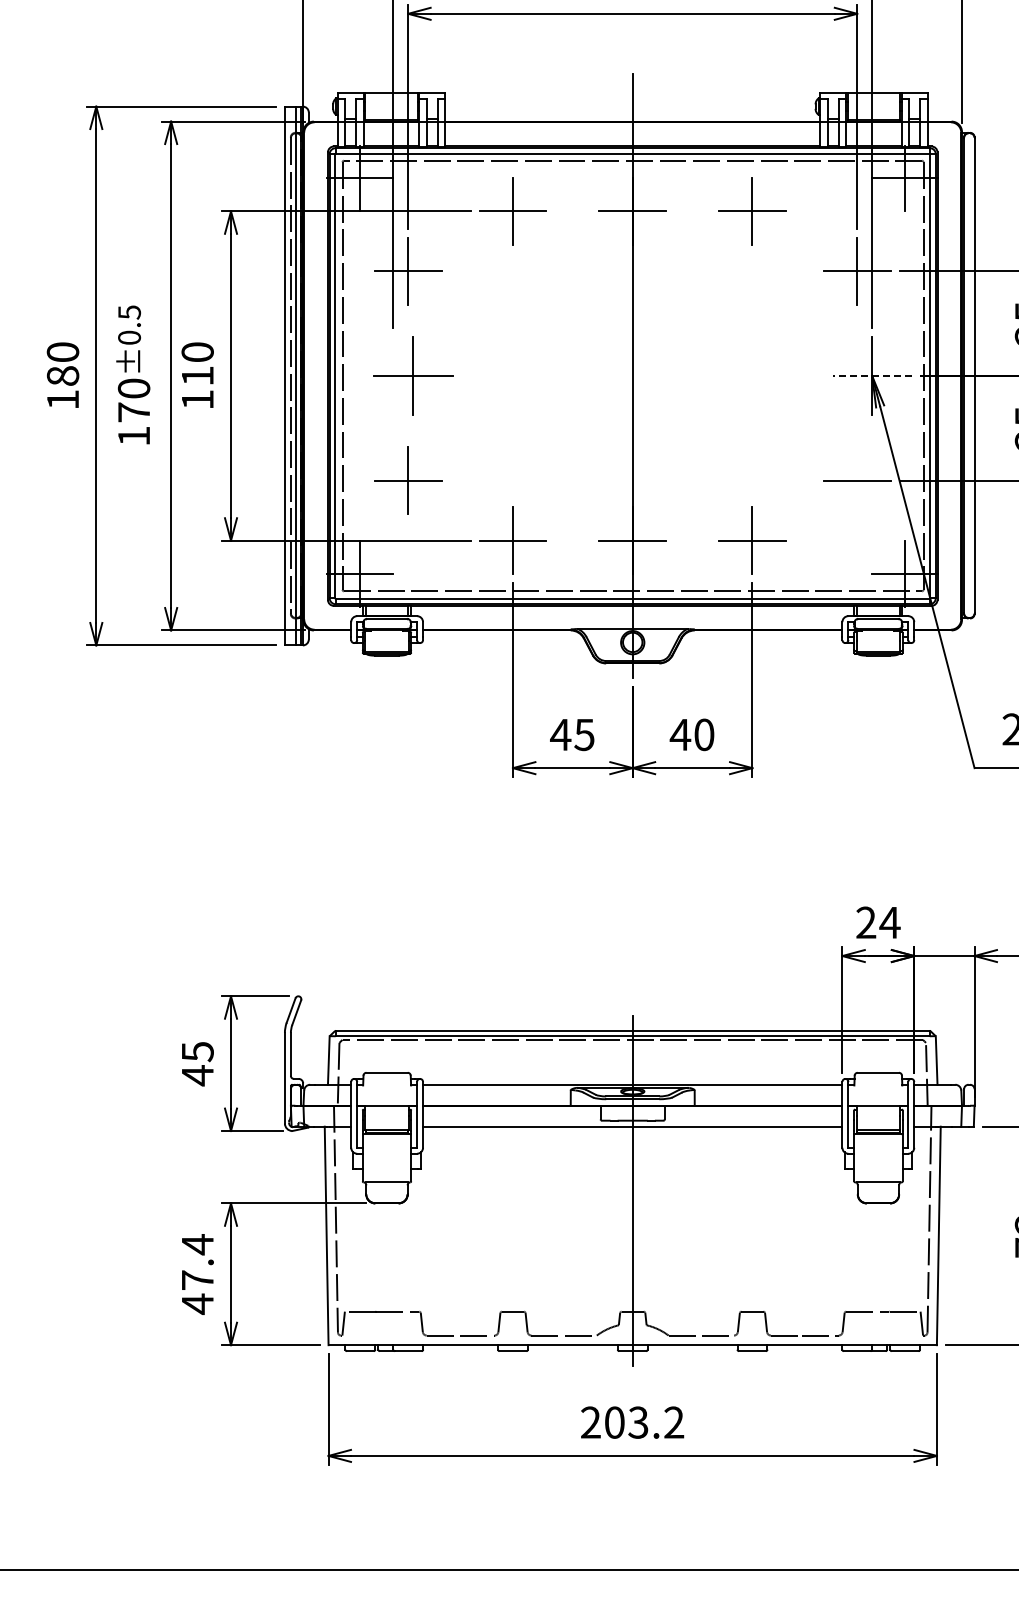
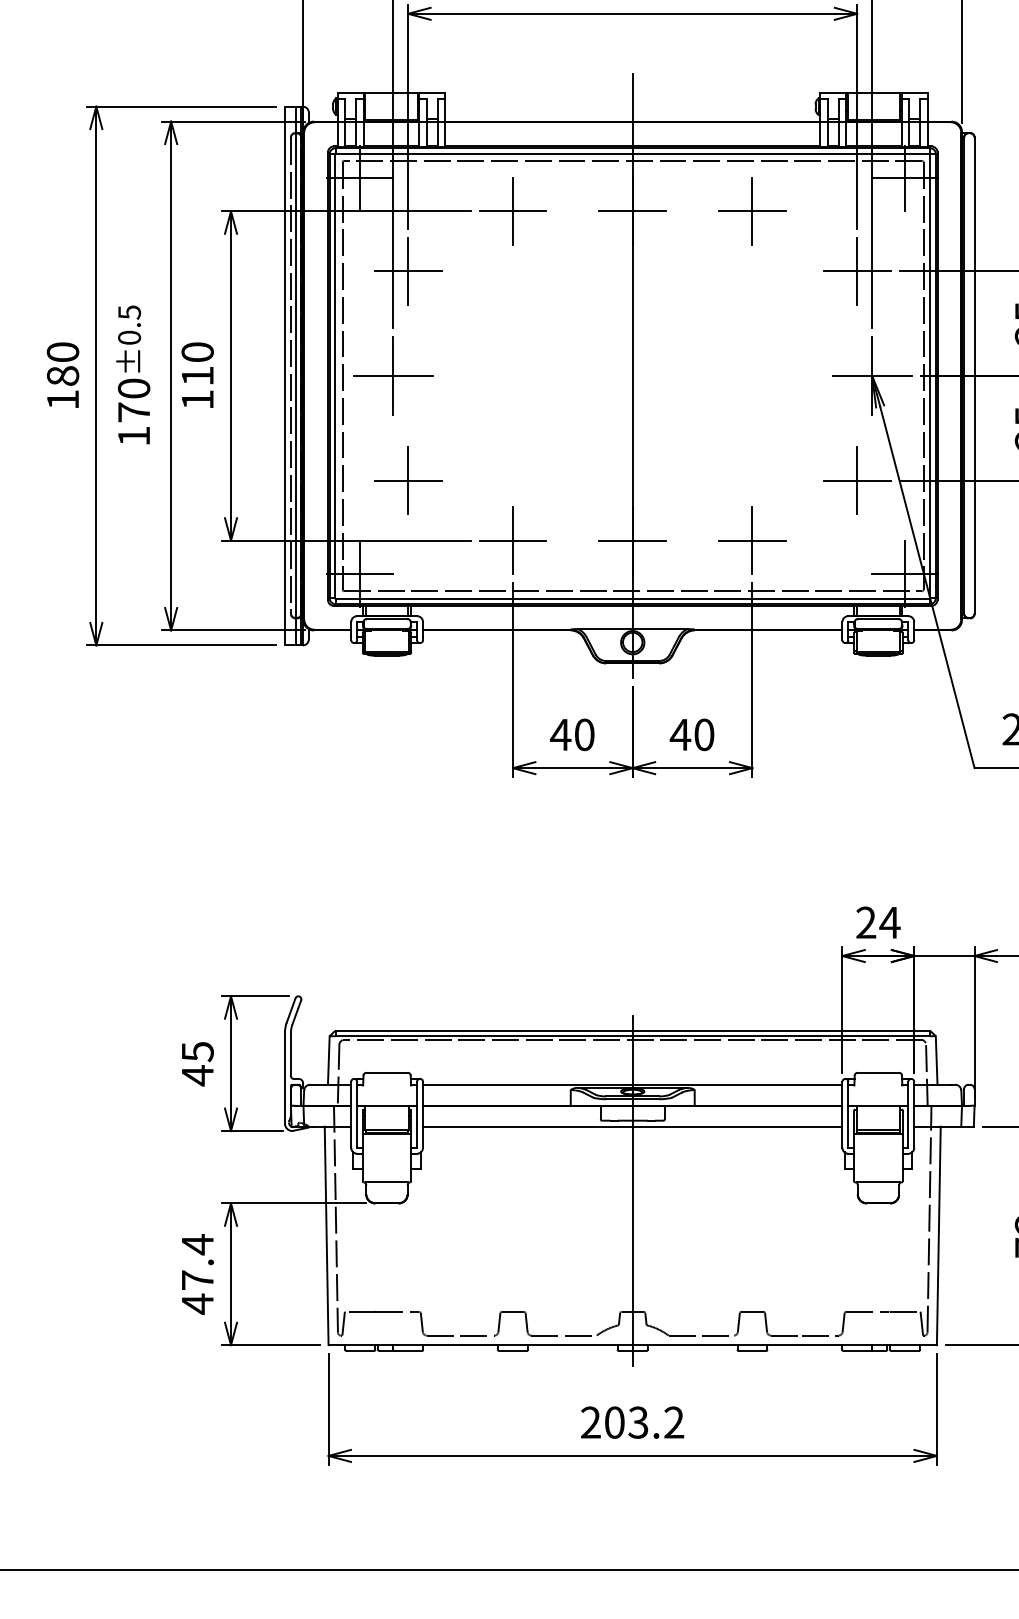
part at (413, 375) position: (413, 375) -> (393, 375)
line at (871, 376): dashed -> solid
line at (857, 480): none -> present
text at (584, 734): 45 -> 40
